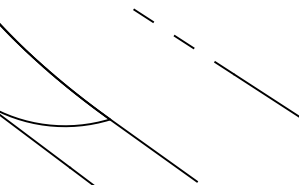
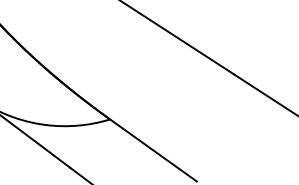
line at (176, 37): dashed -> solid
